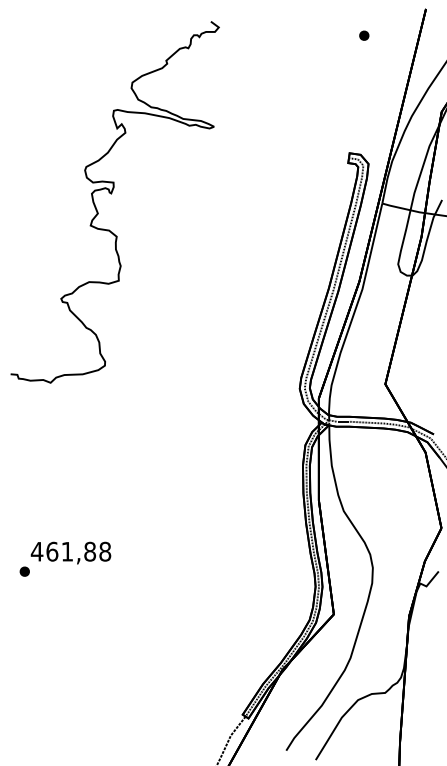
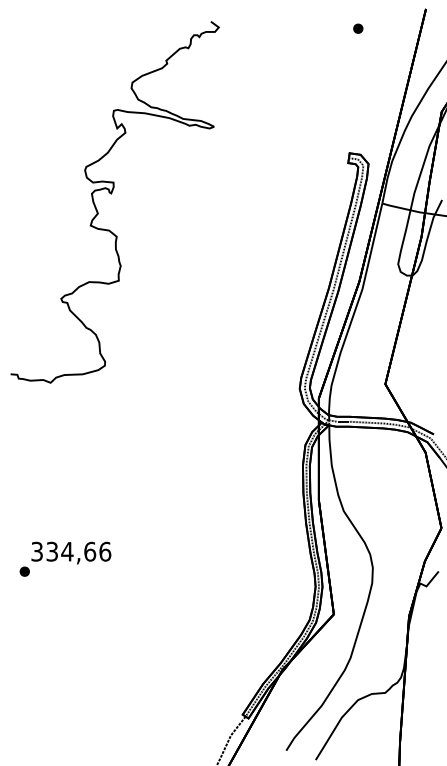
part at (364, 35) position: (364, 35) -> (358, 28)
text at (70, 551): 461,88 -> 334,66
